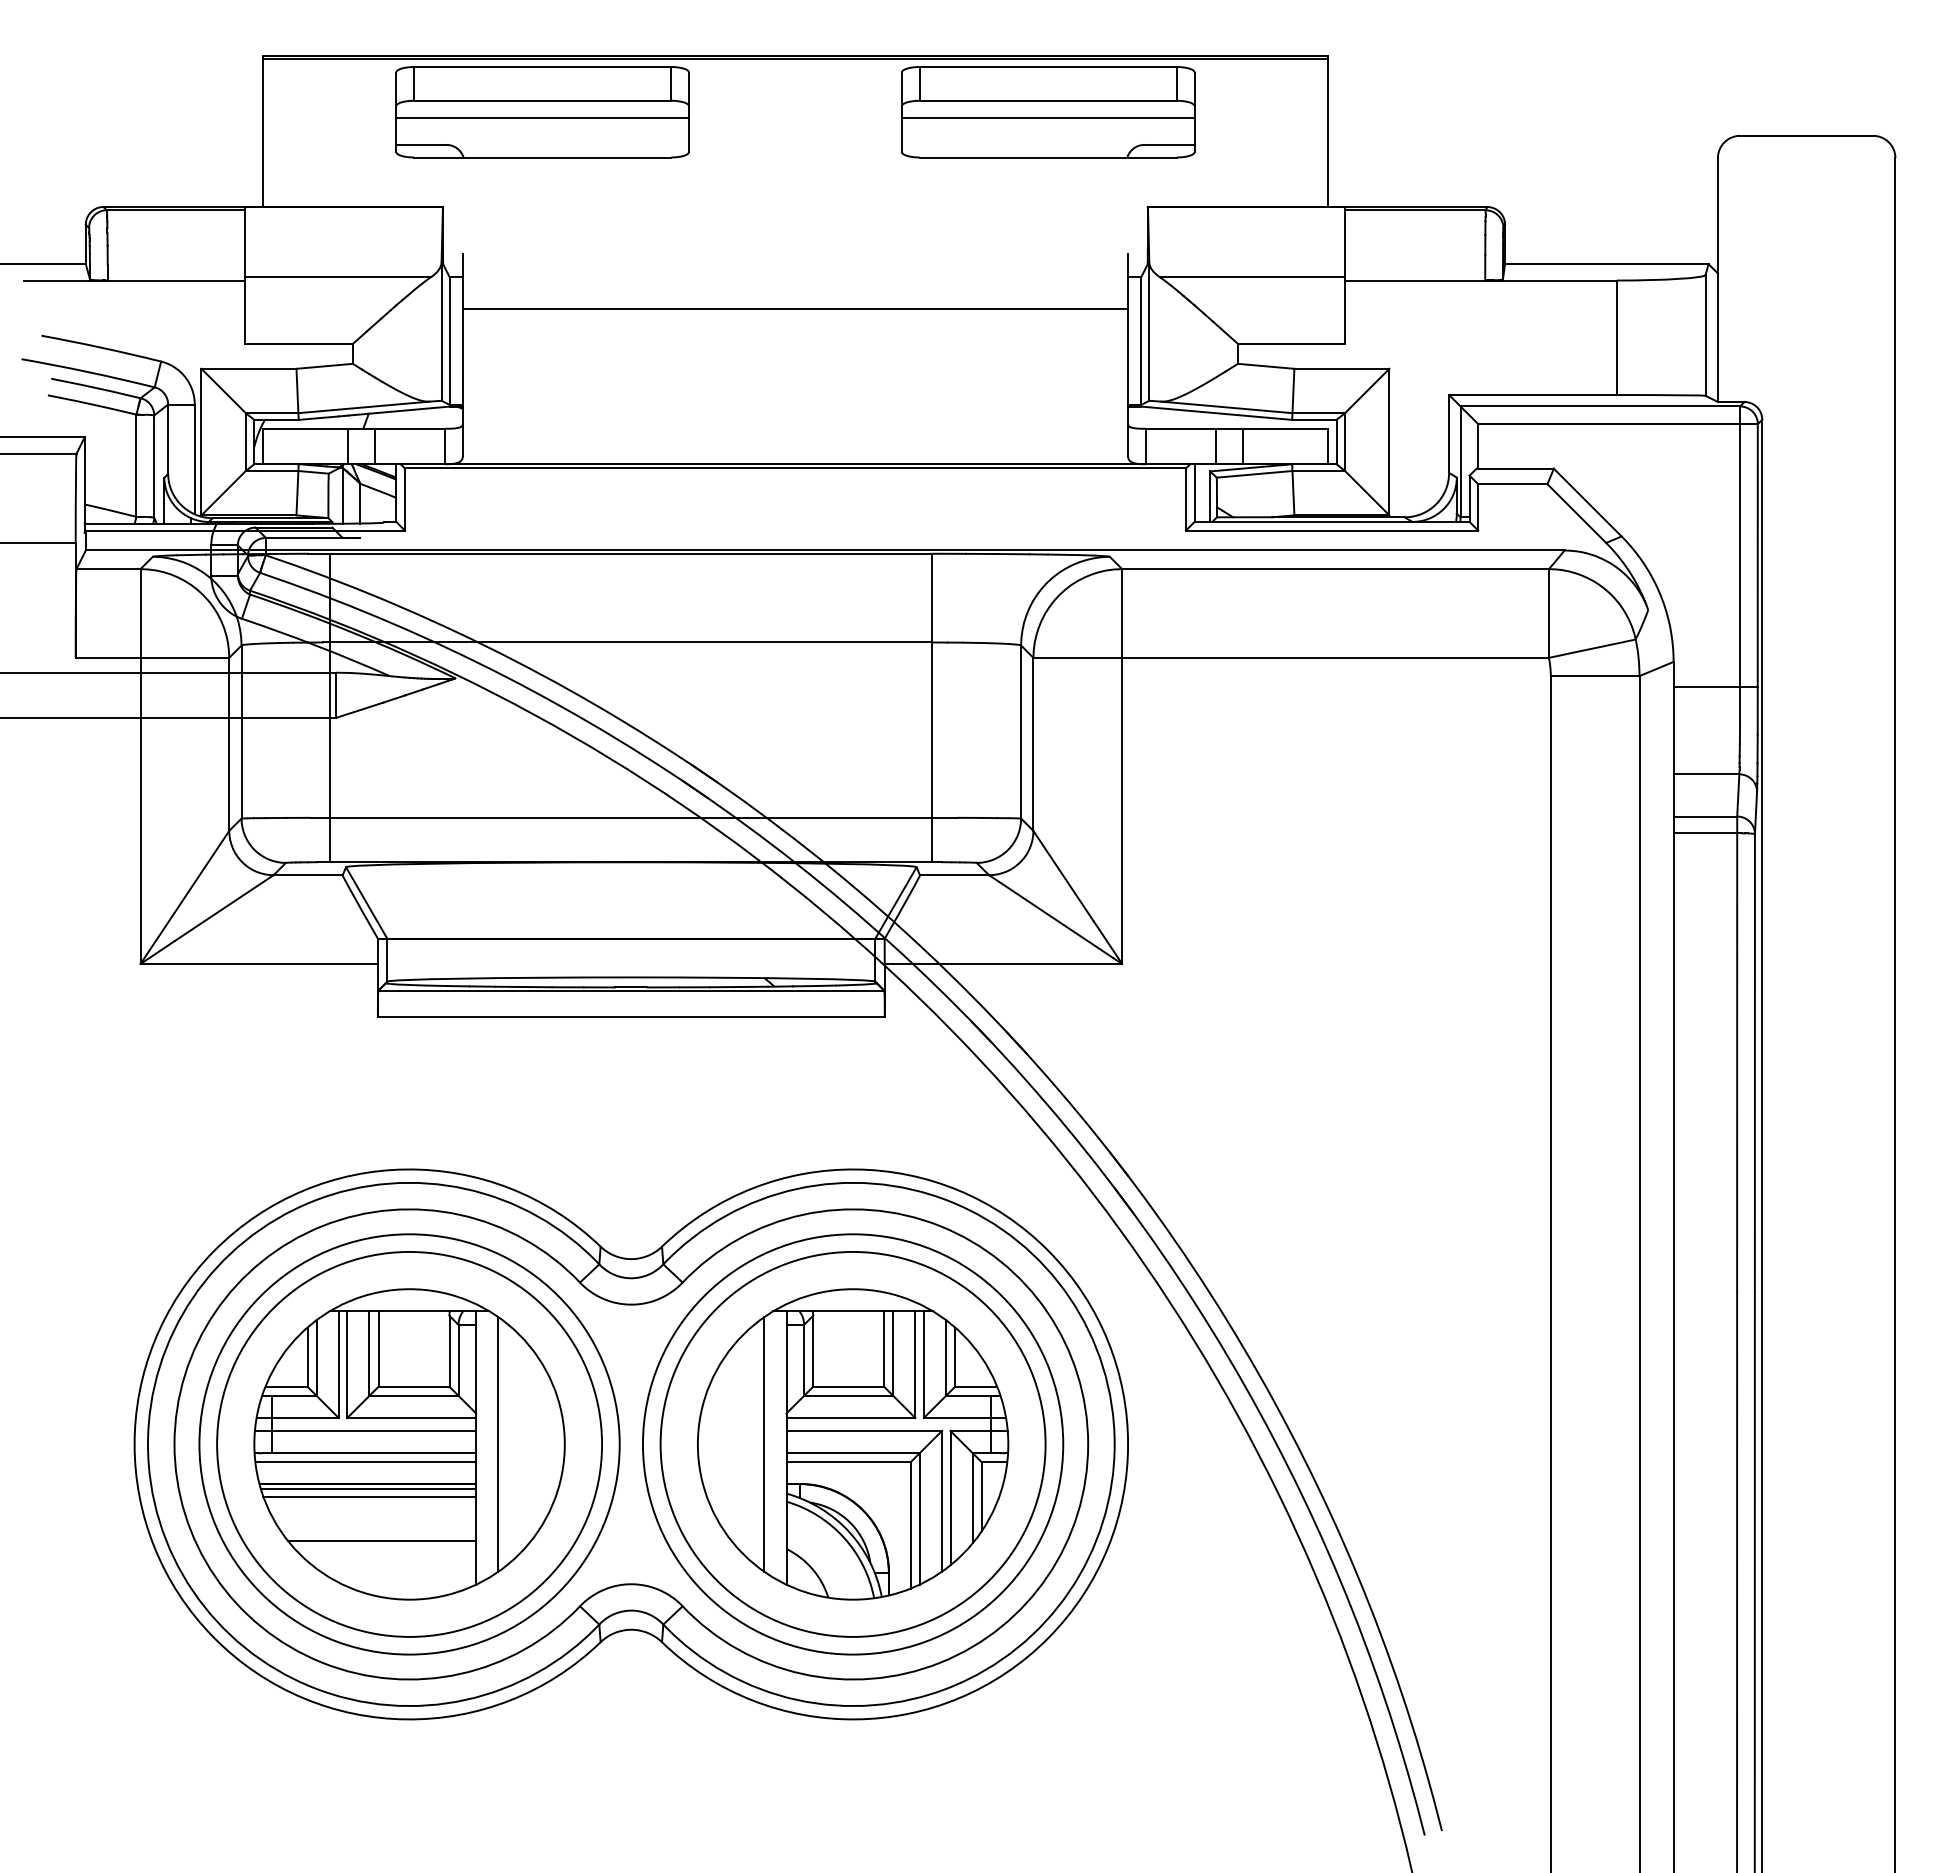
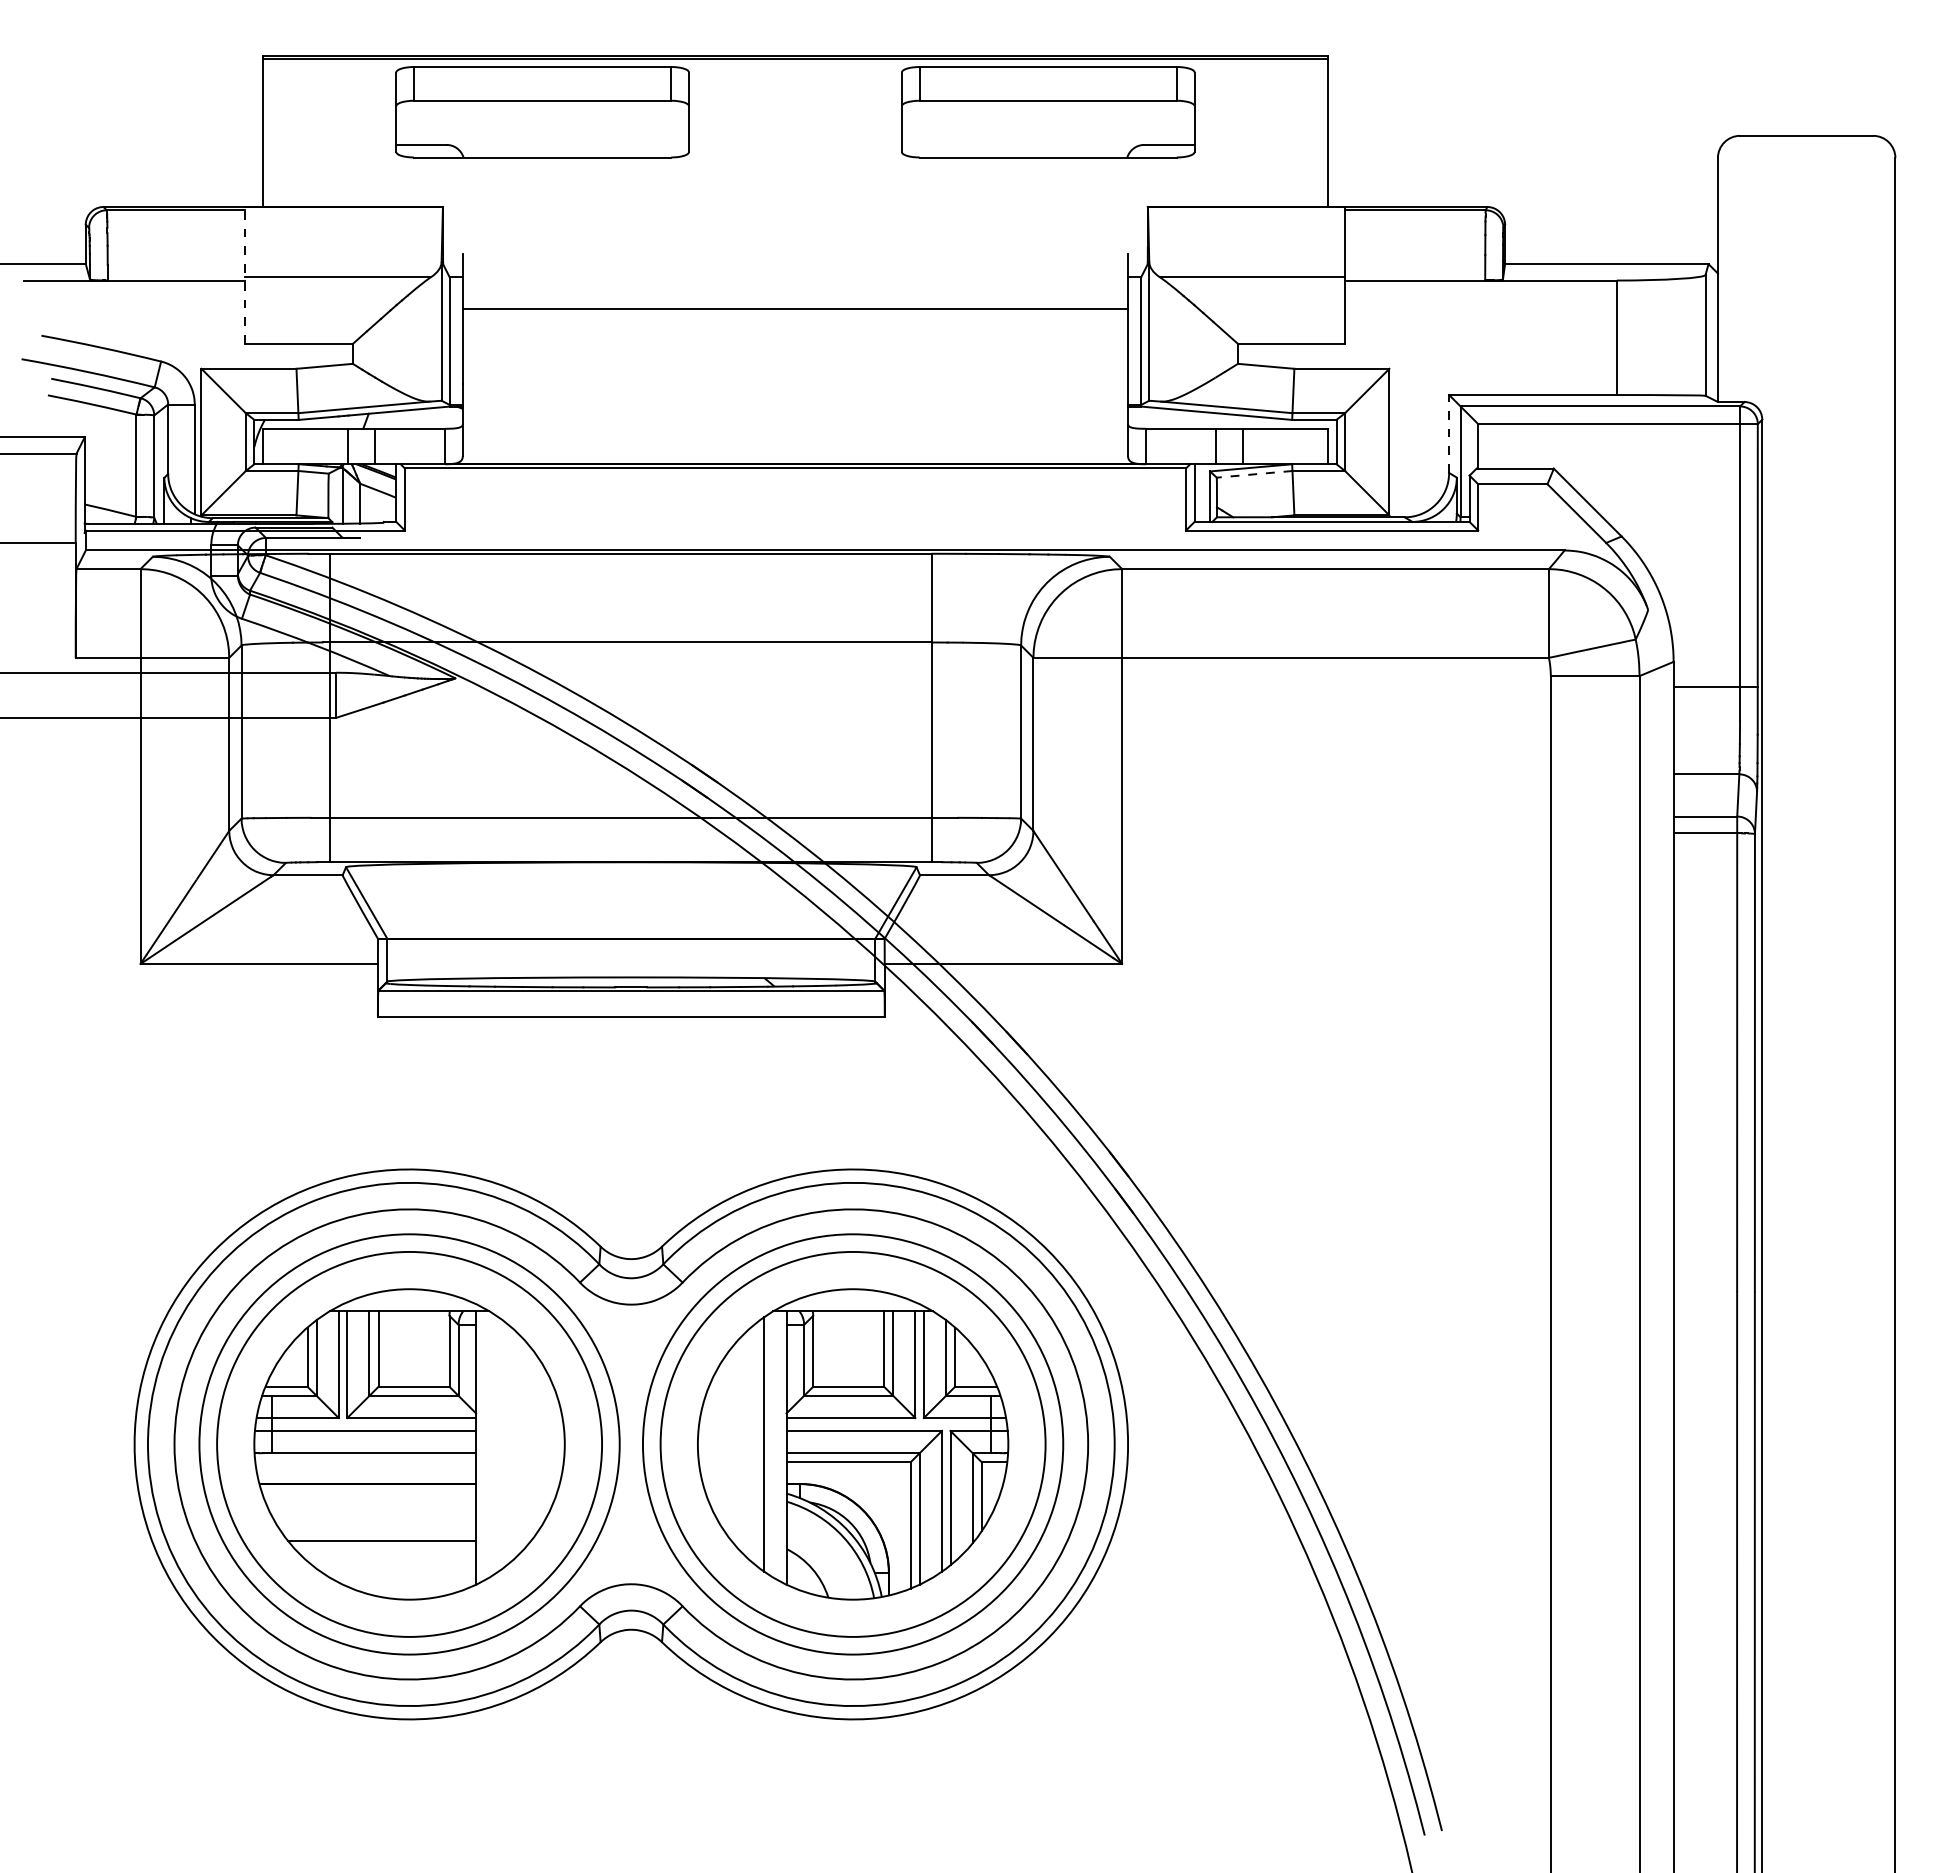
line at (542, 118): present -> none
line at (1047, 118): present -> none
line at (245, 275): solid -> dashed
line at (1449, 433): solid -> dashed
line at (1254, 474): solid -> dashed
line at (498, 1444): present -> none
line at (365, 1462): present -> none
line at (368, 1488): present -> none
line at (369, 1496): present -> none
